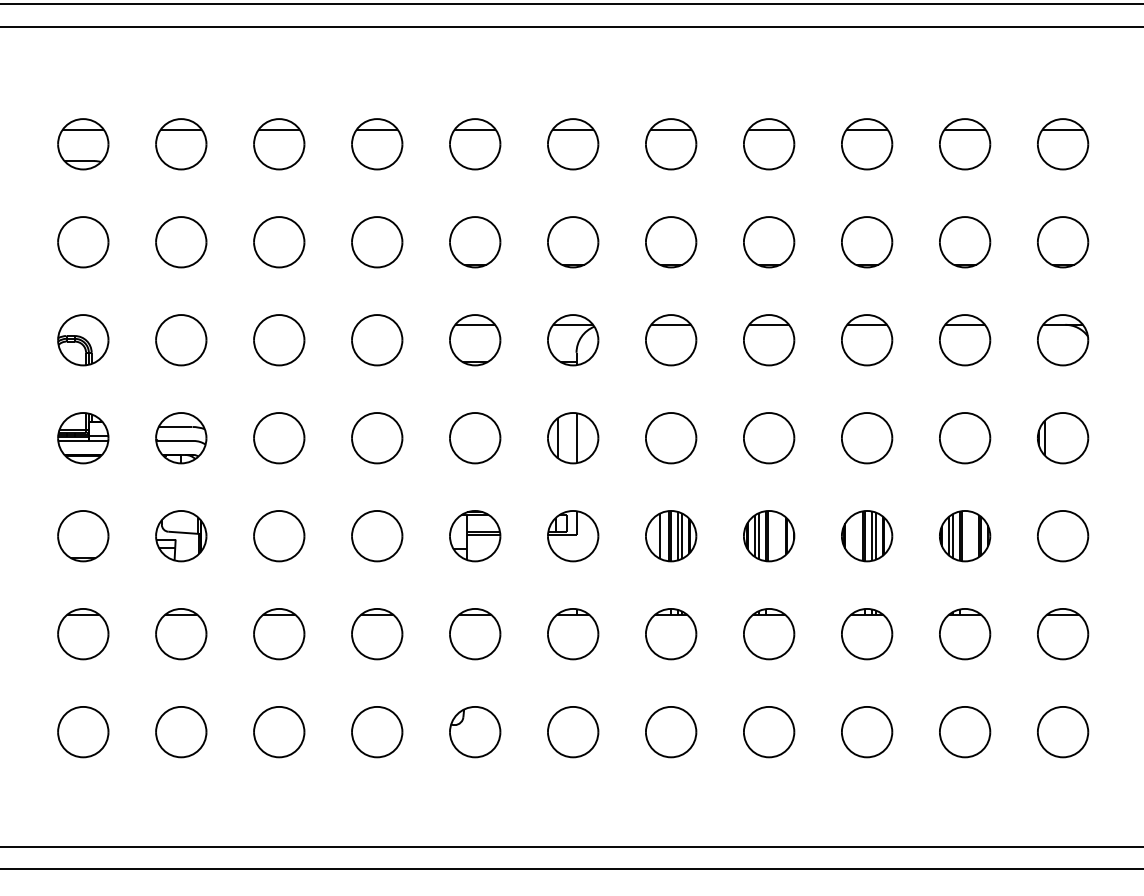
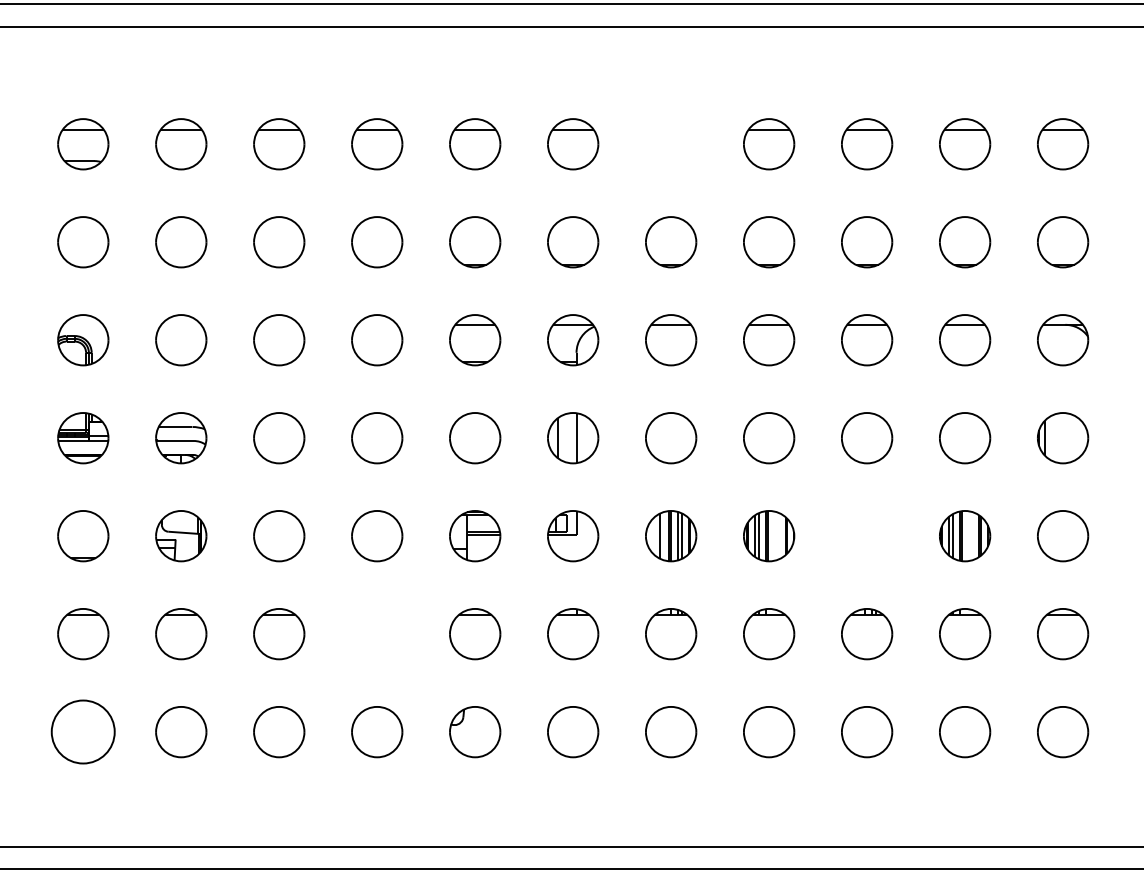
part at (671, 144): present -> none
part at (867, 536): present -> none
part at (377, 634): present -> none
part at (83, 732) size: 53x53 px -> 66x66 px
